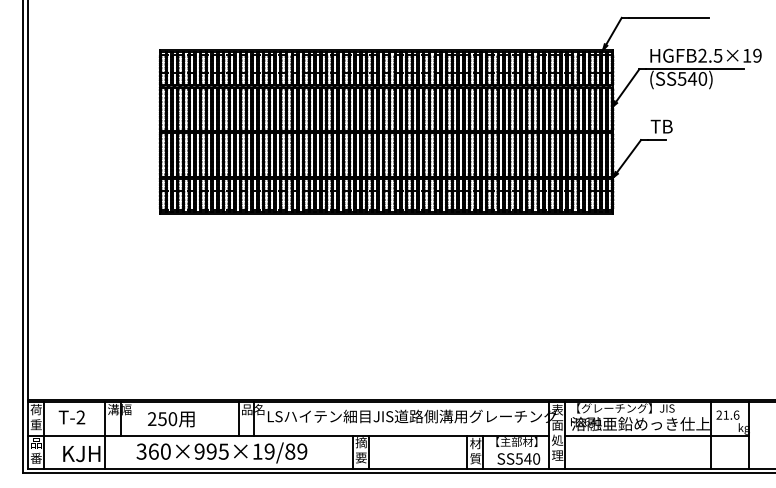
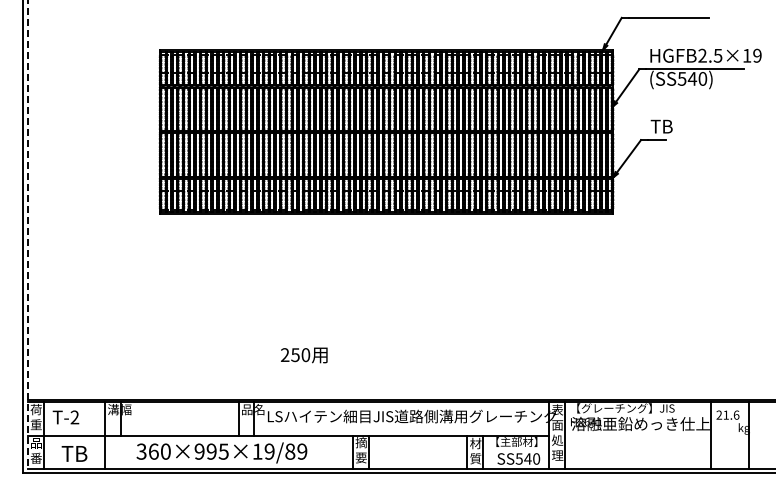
line at (27, 234): solid -> dashed
text at (71, 417) position: (71, 417) -> (65, 417)
text at (171, 419) position: (171, 419) -> (304, 355)
line at (656, 435): present -> none
text at (80, 454): KJH -> TB
